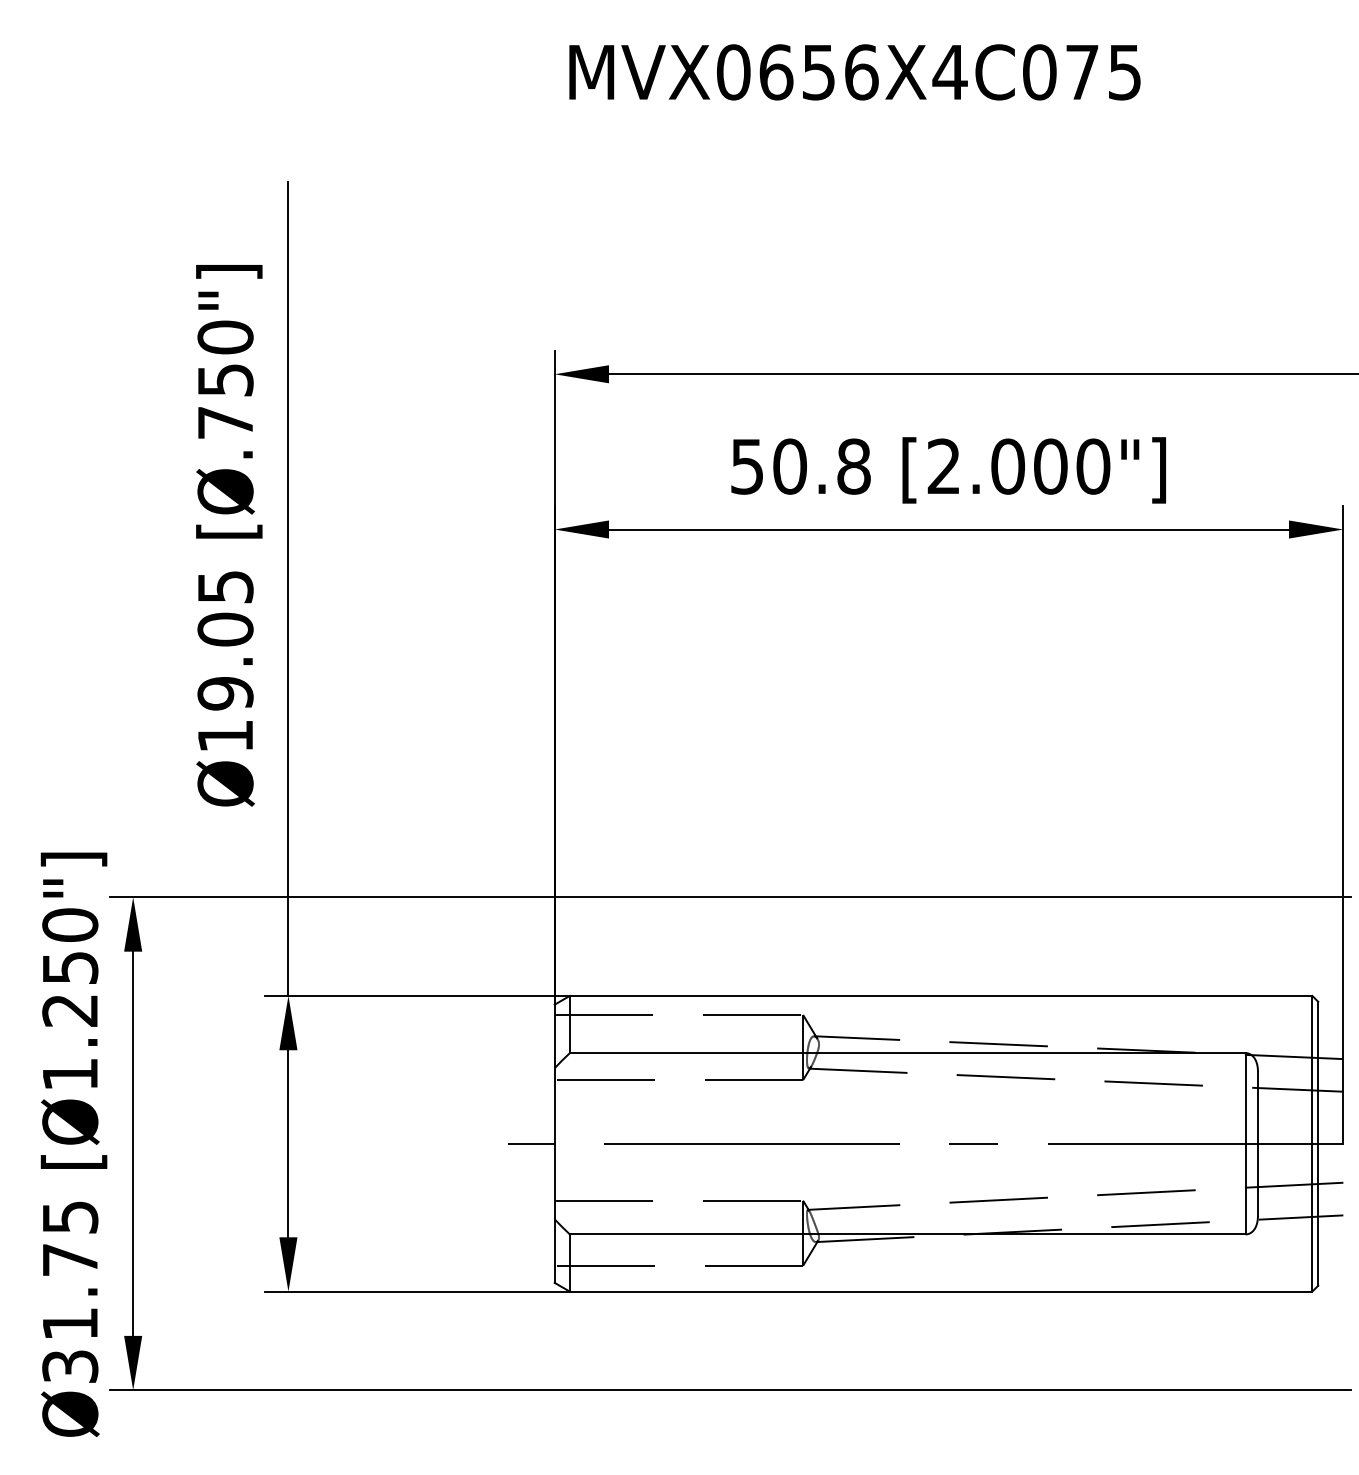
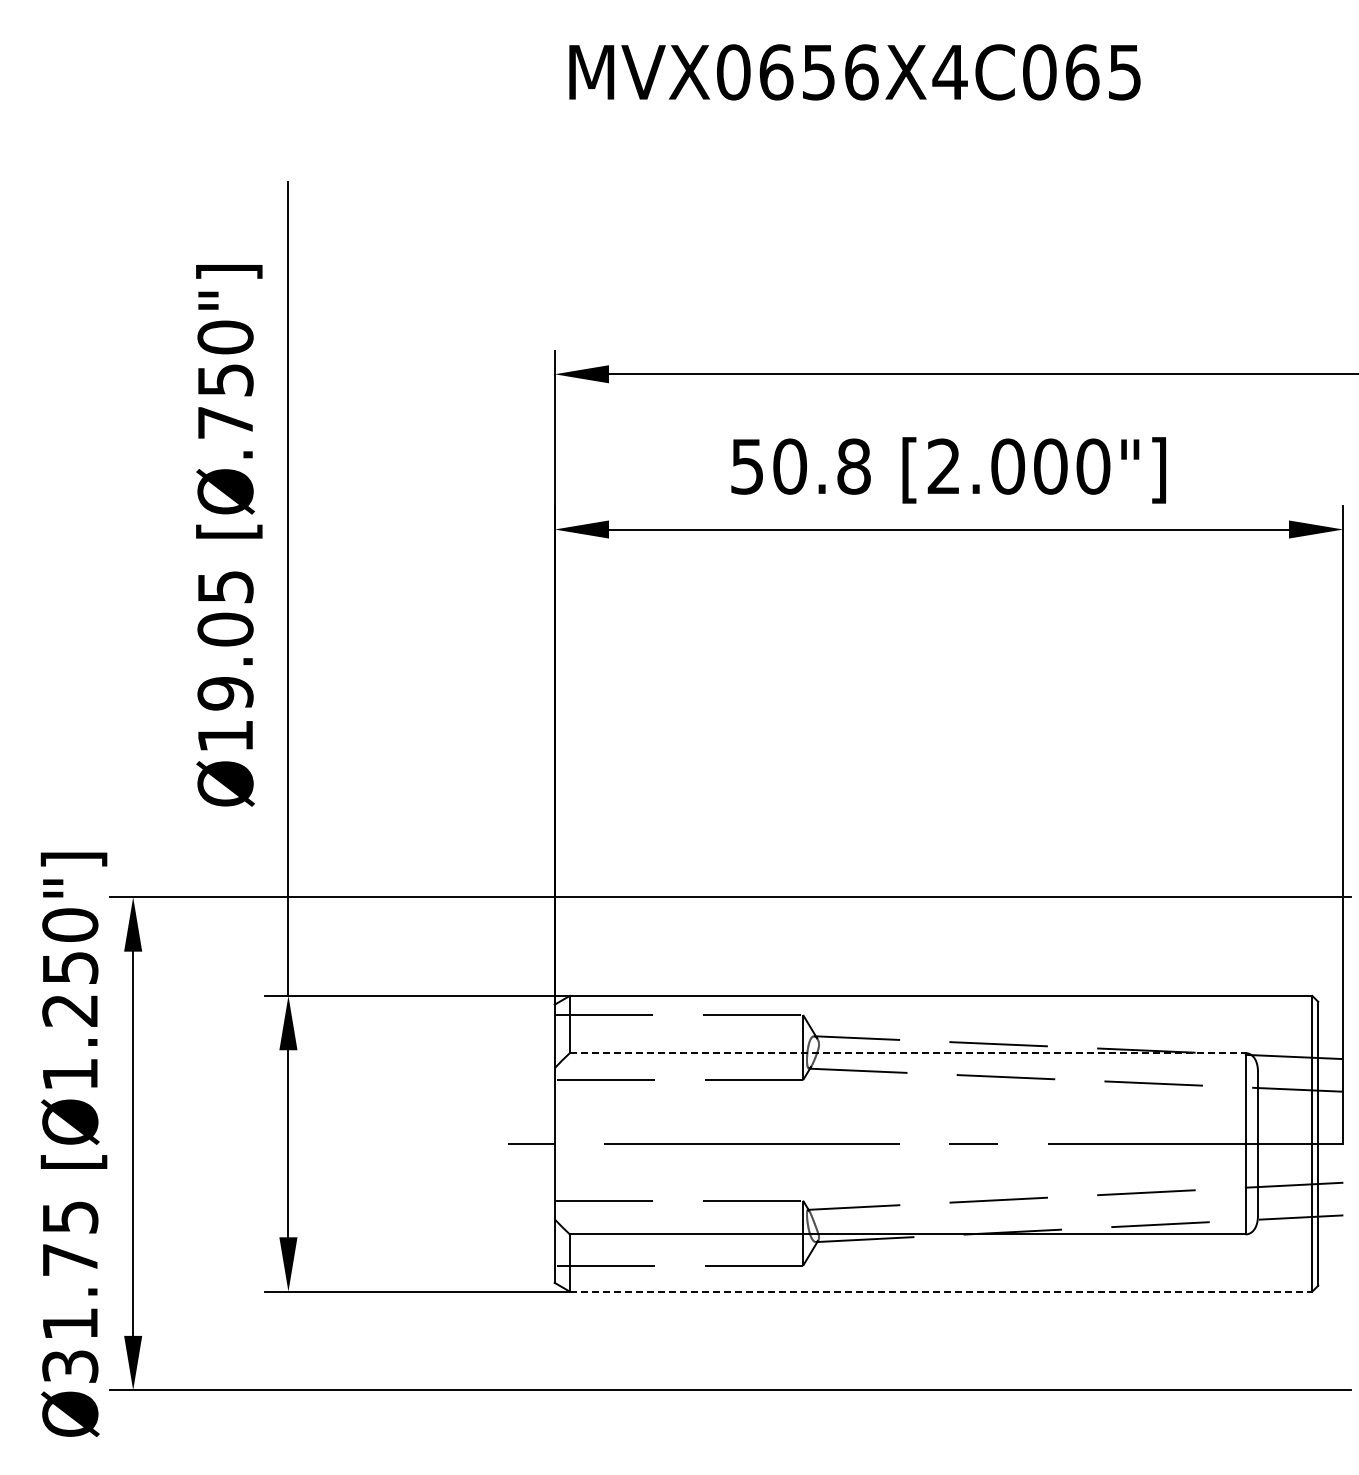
text at (1082, 72): MVX0656X4C075 -> MVX0656X4C065
line at (907, 1053): solid -> dashed
line at (941, 1291): solid -> dashed
